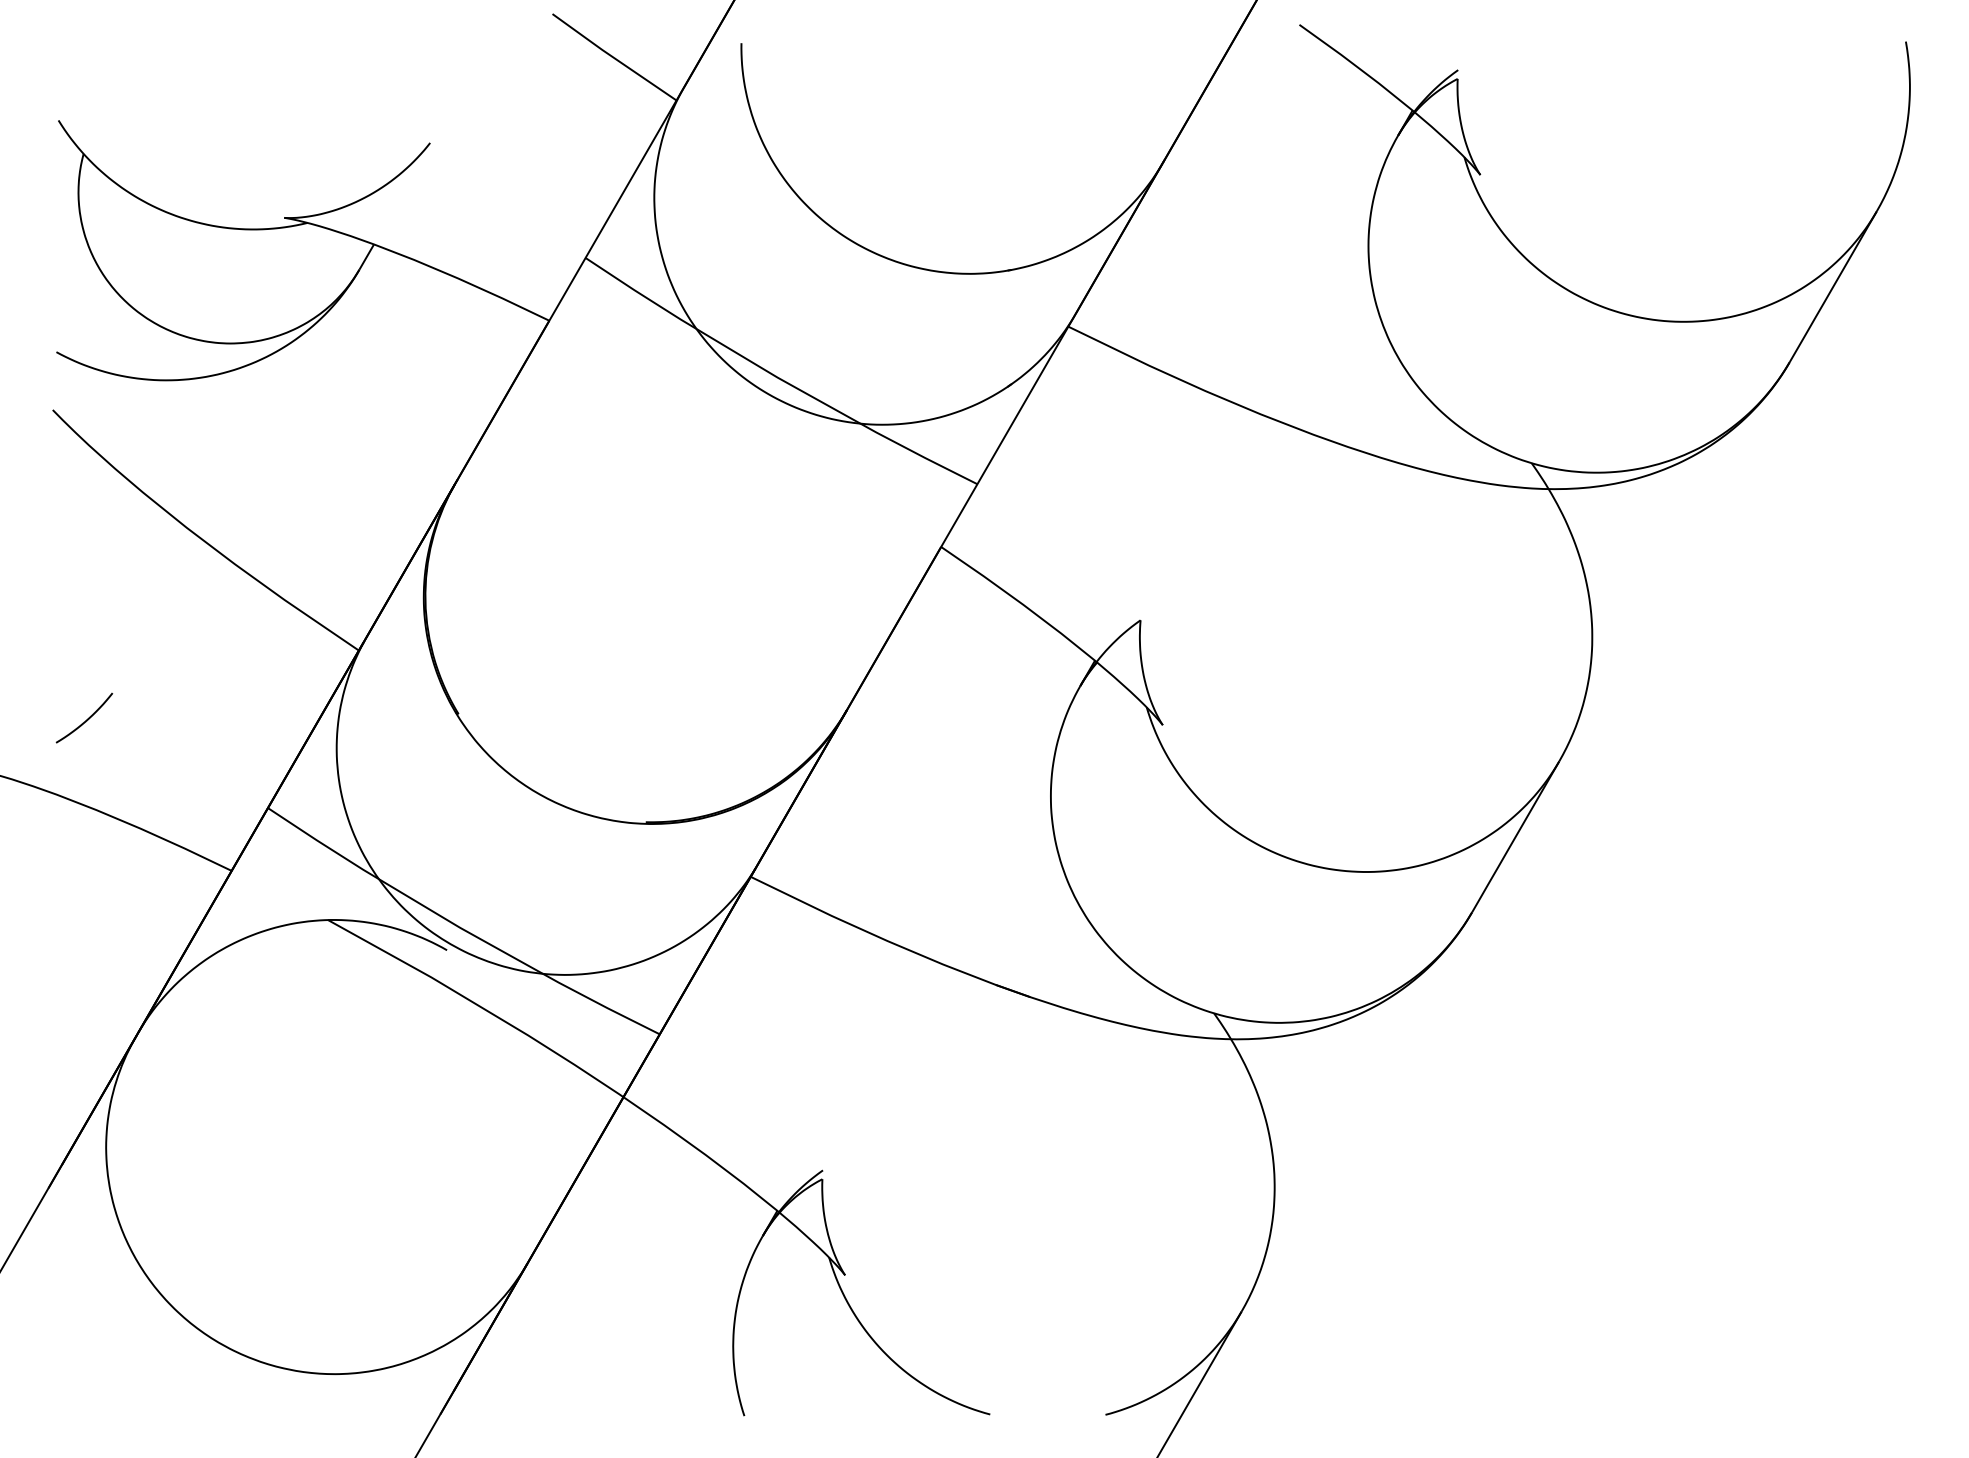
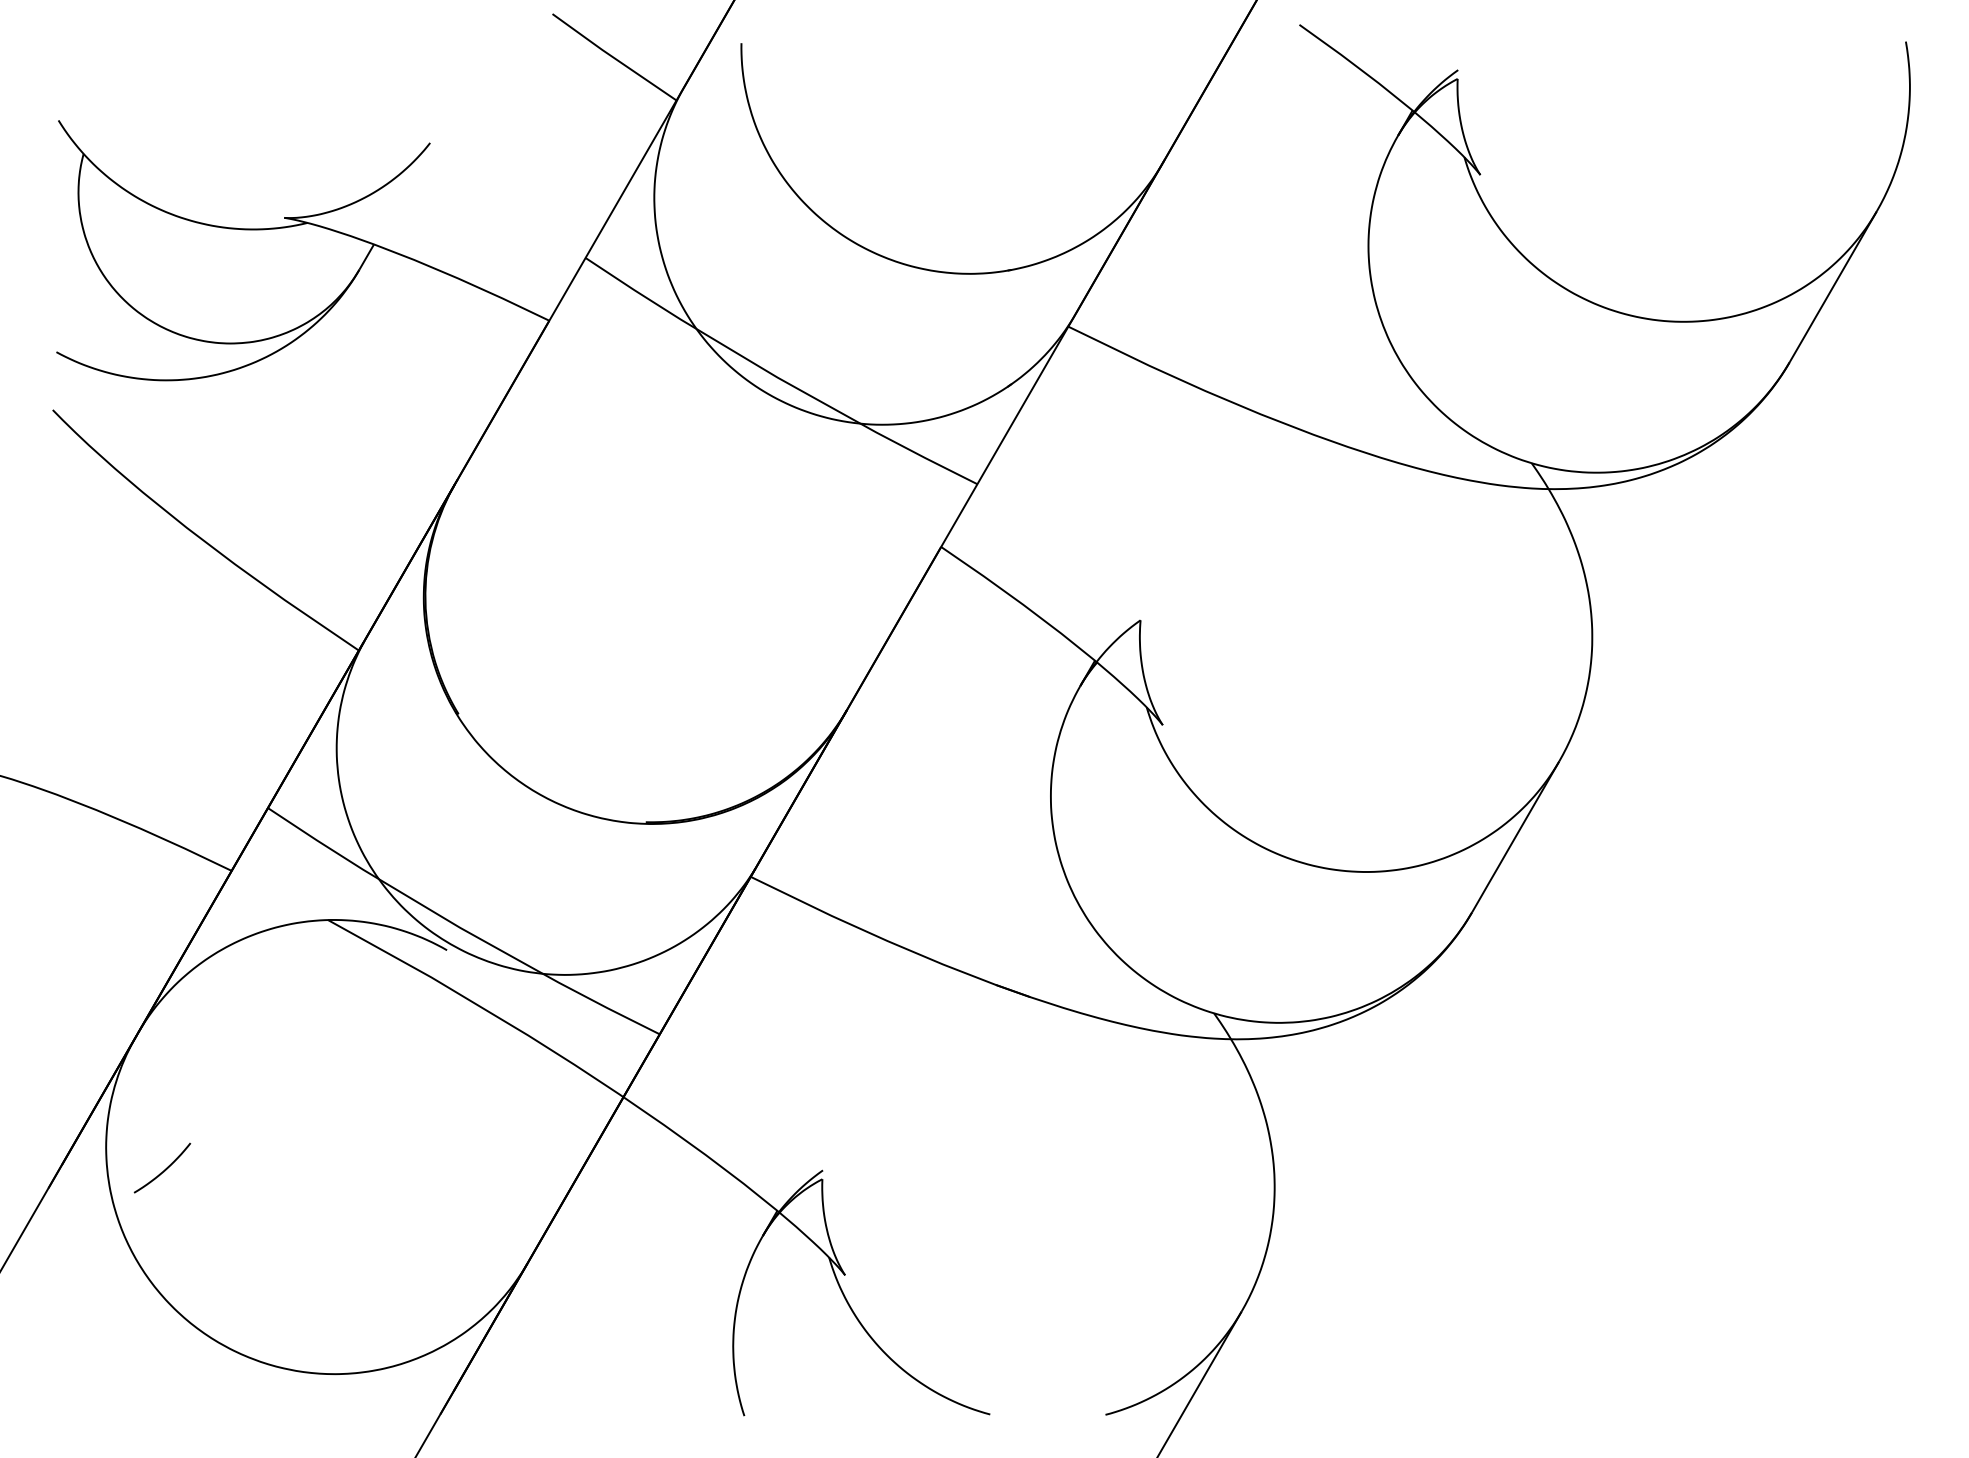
curve at (86, 719) position: (86, 719) -> (164, 1169)
